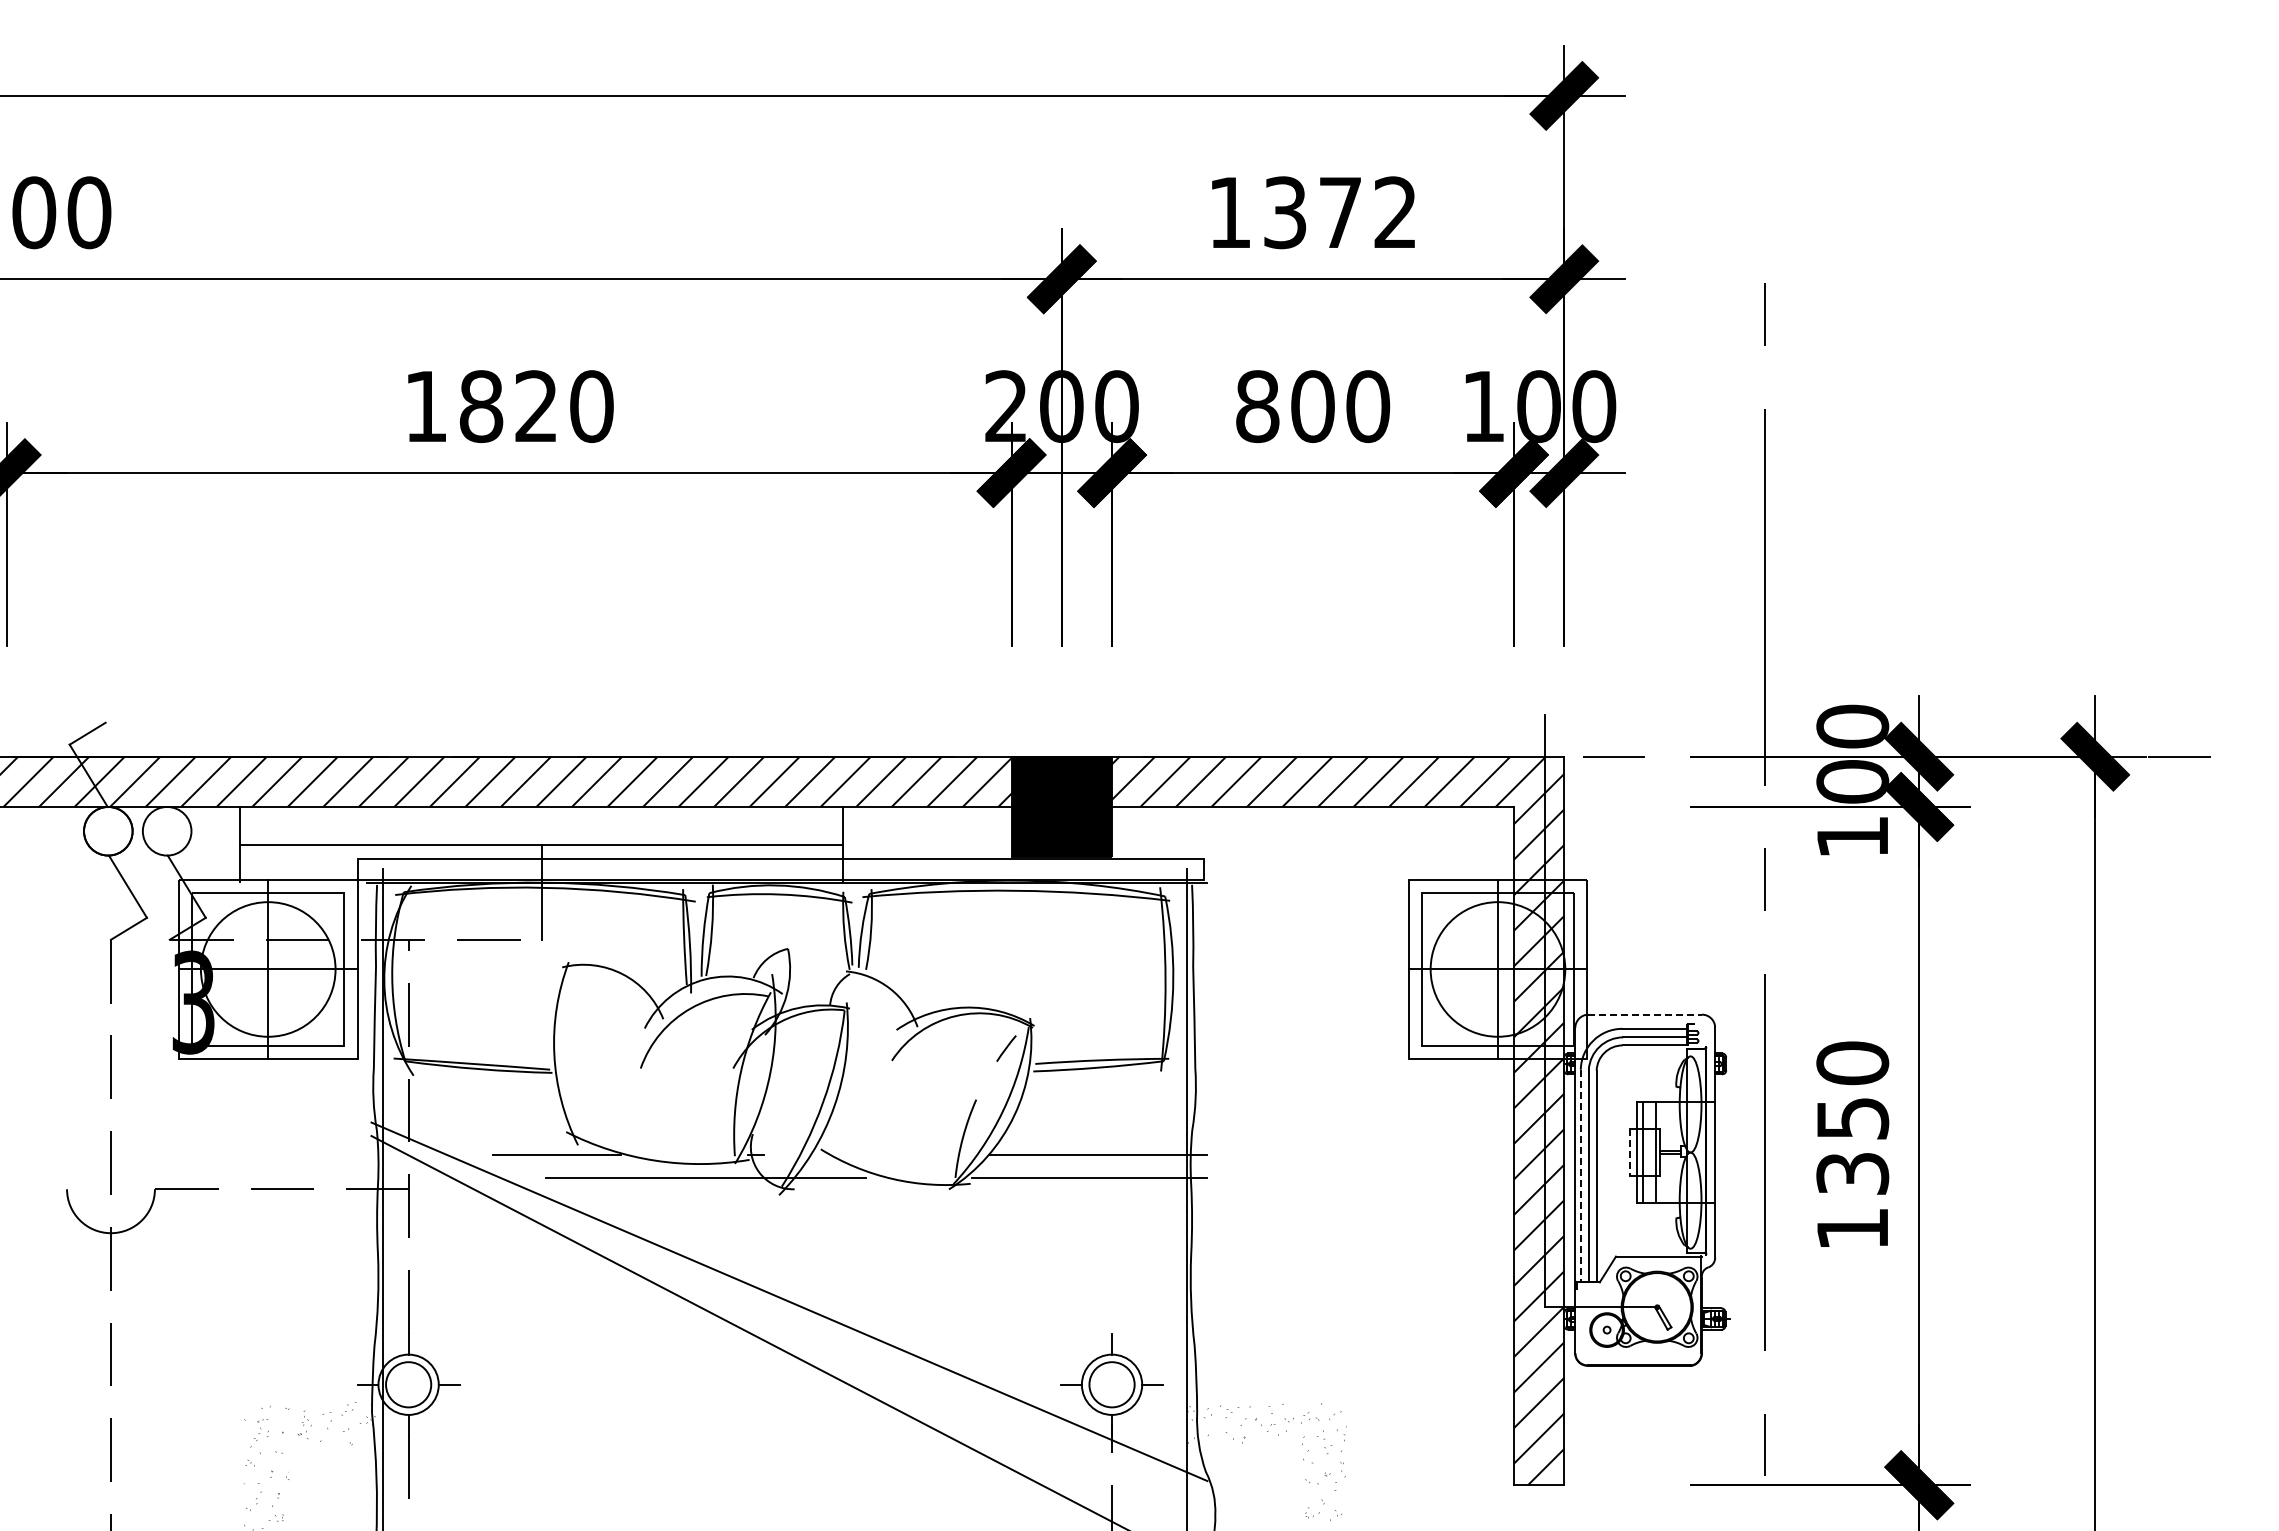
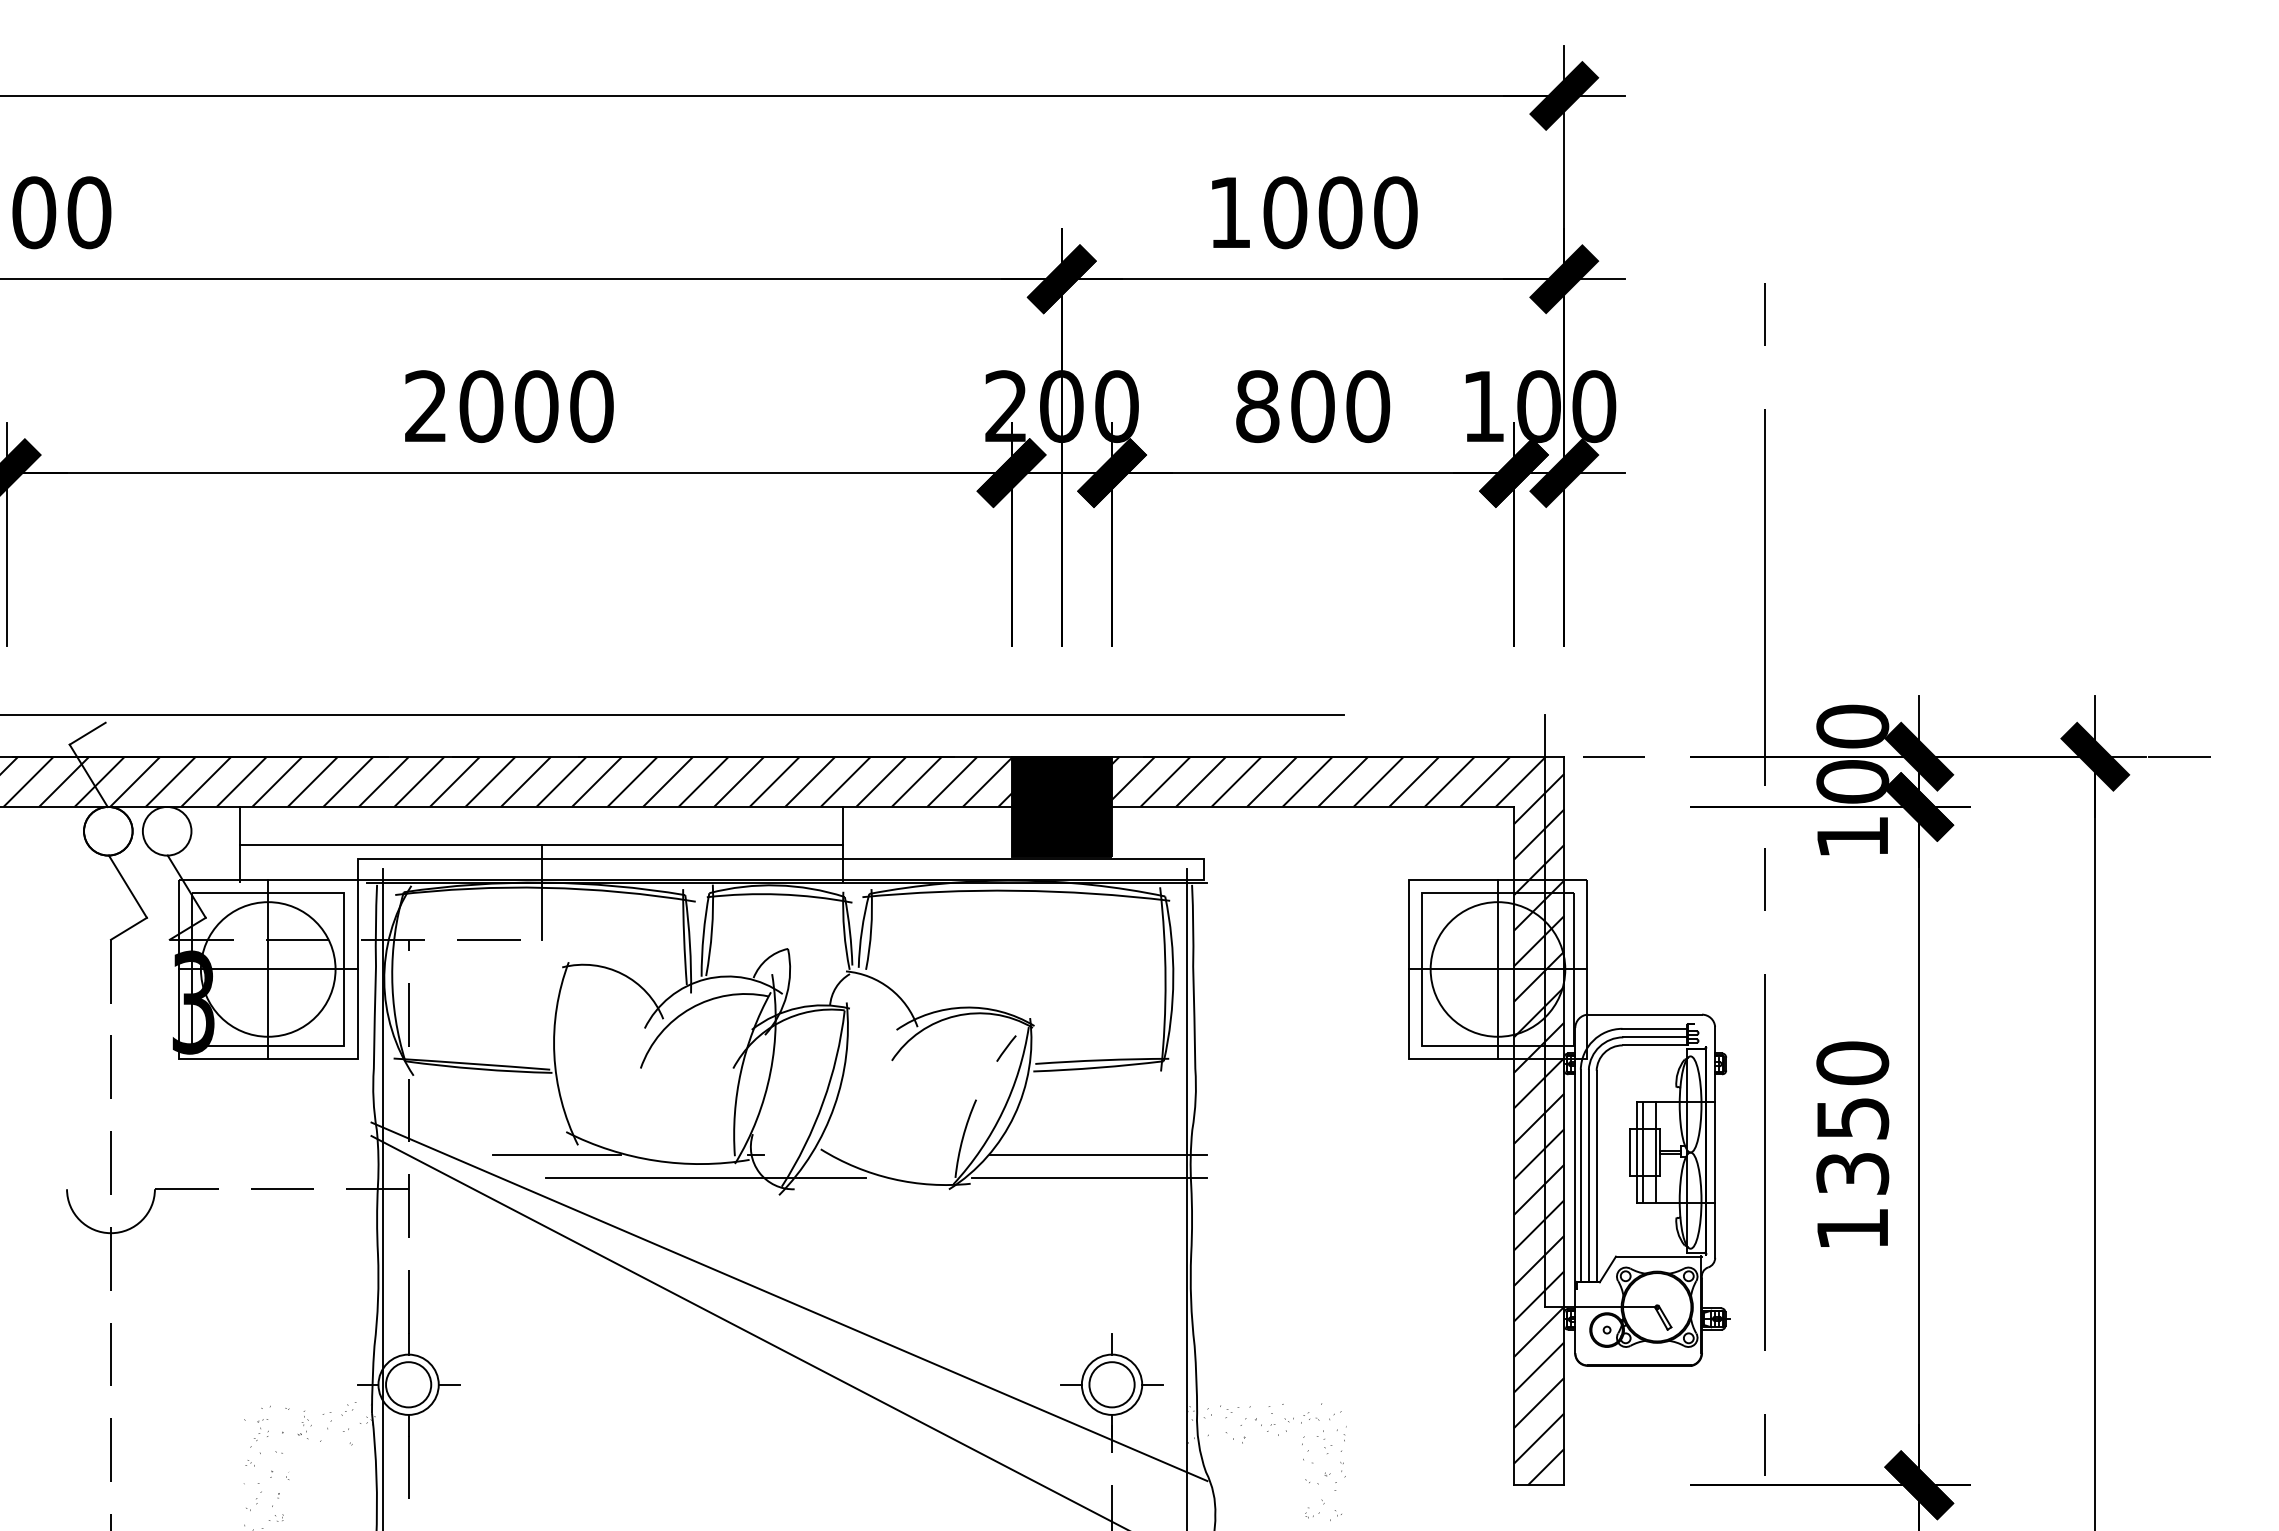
text at (1340, 212): 1372 -> 1000
text at (481, 406): 1820 -> 2000
line at (673, 714): none -> present
line at (1645, 1014): dashed -> solid
line at (1630, 1152): dashed -> solid
line at (1580, 1175): dashed -> solid
